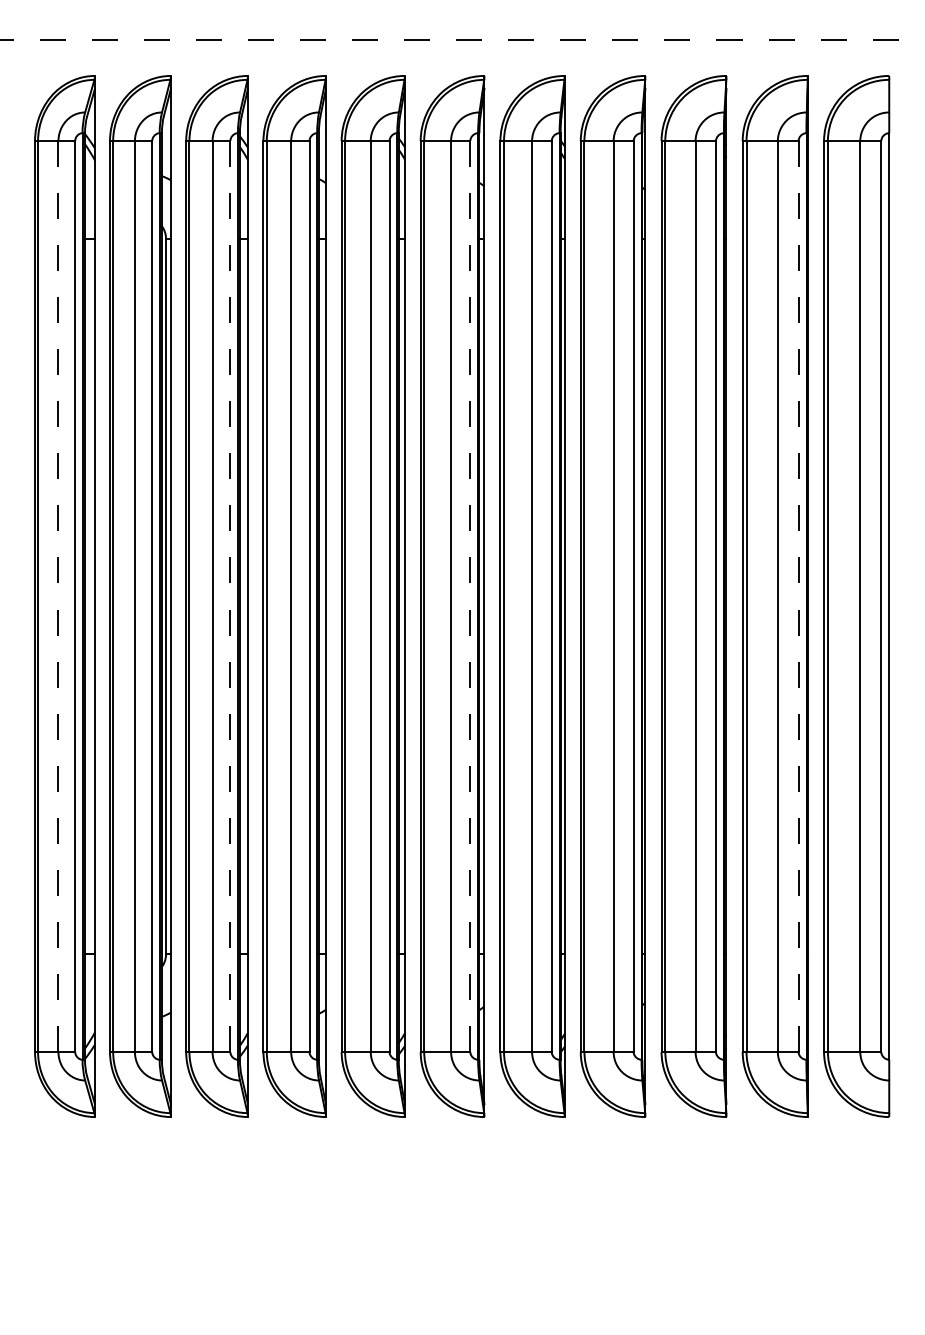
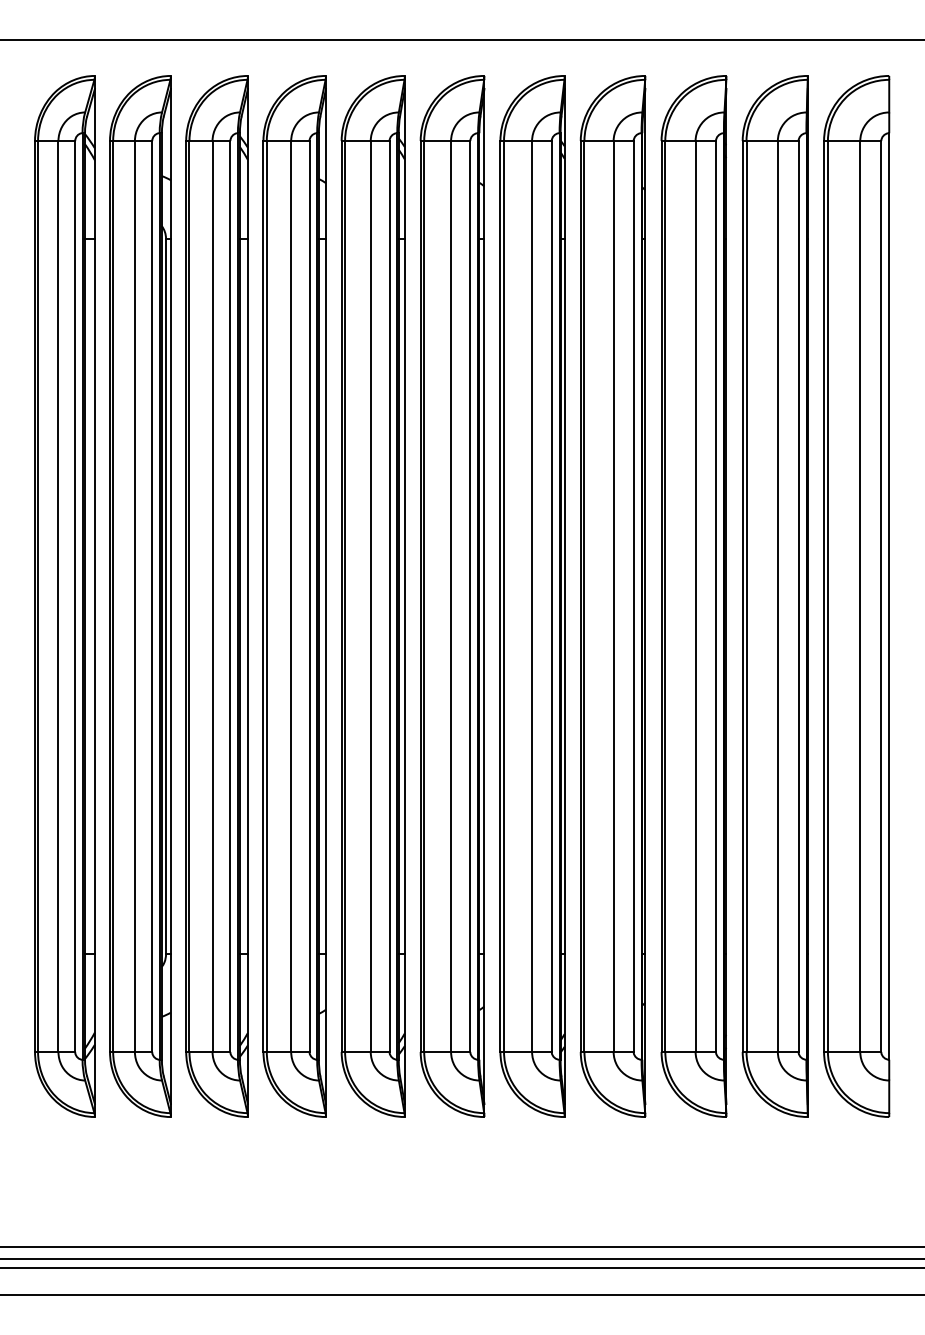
line at (462, 40): dashed -> solid
line at (58, 595): dashed -> solid
line at (230, 595): dashed -> solid
line at (470, 595): dashed -> solid
line at (798, 595): dashed -> solid
line at (461, 1247): none -> present
line at (461, 1259): none -> present
line at (461, 1268): none -> present
line at (461, 1294): none -> present
